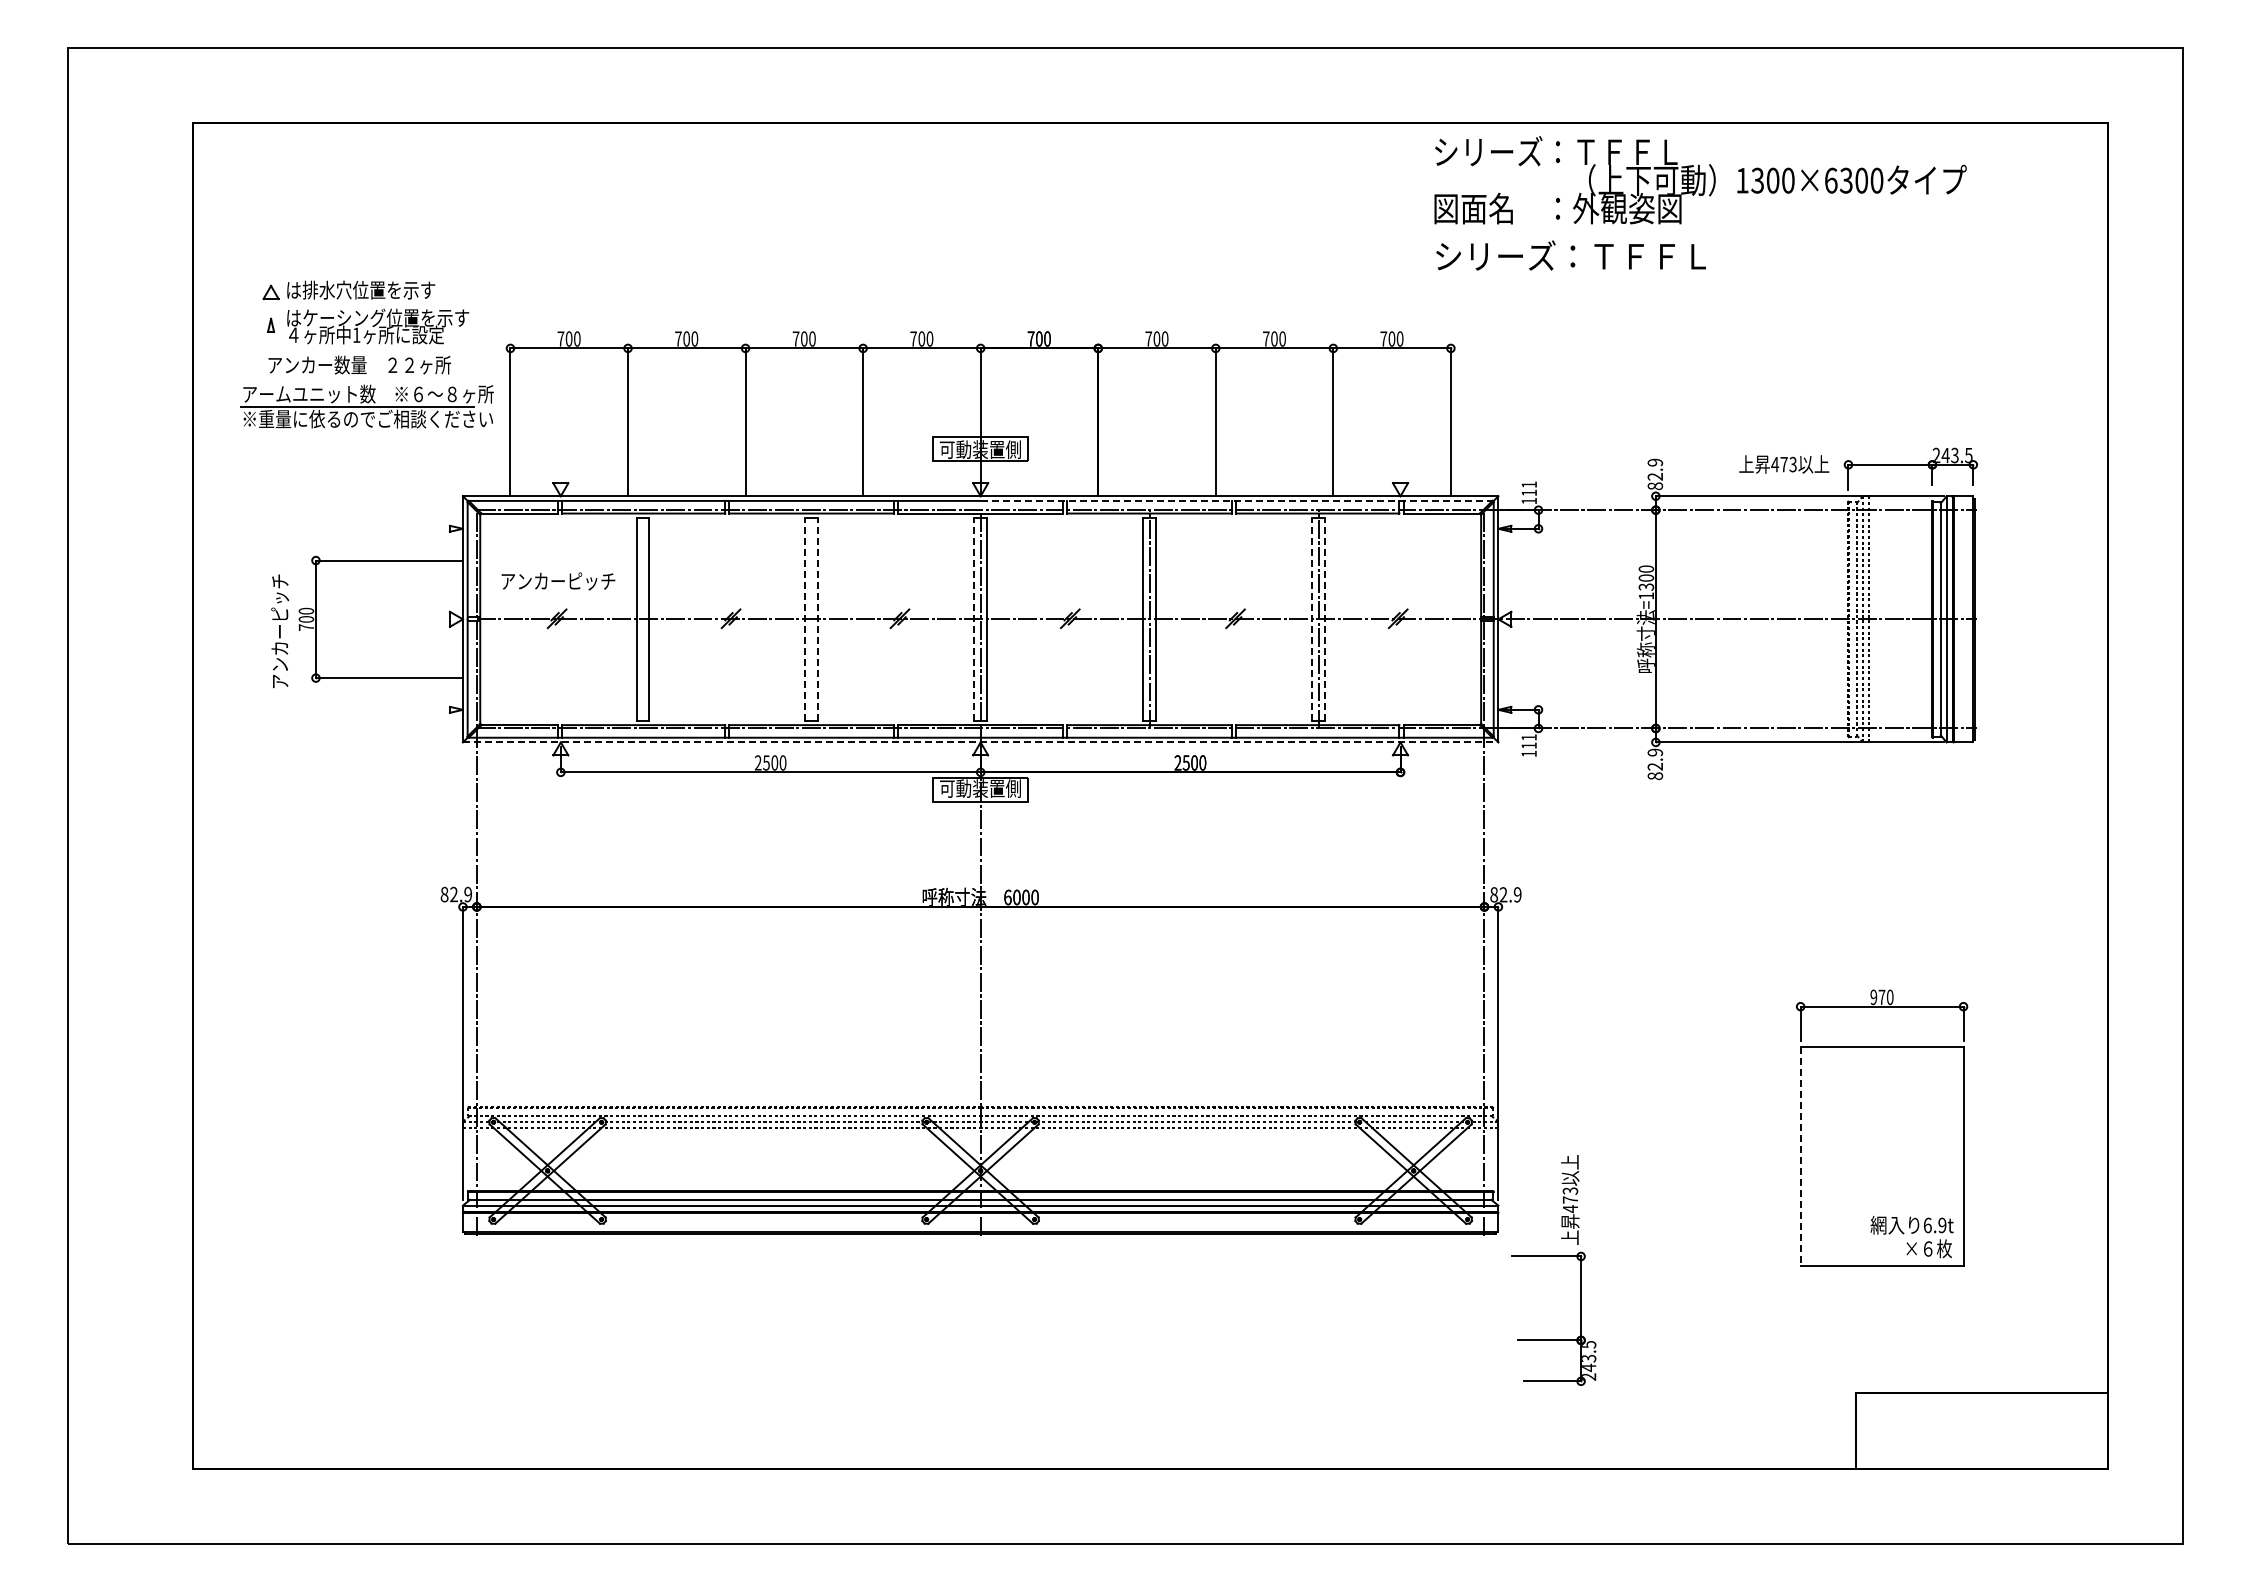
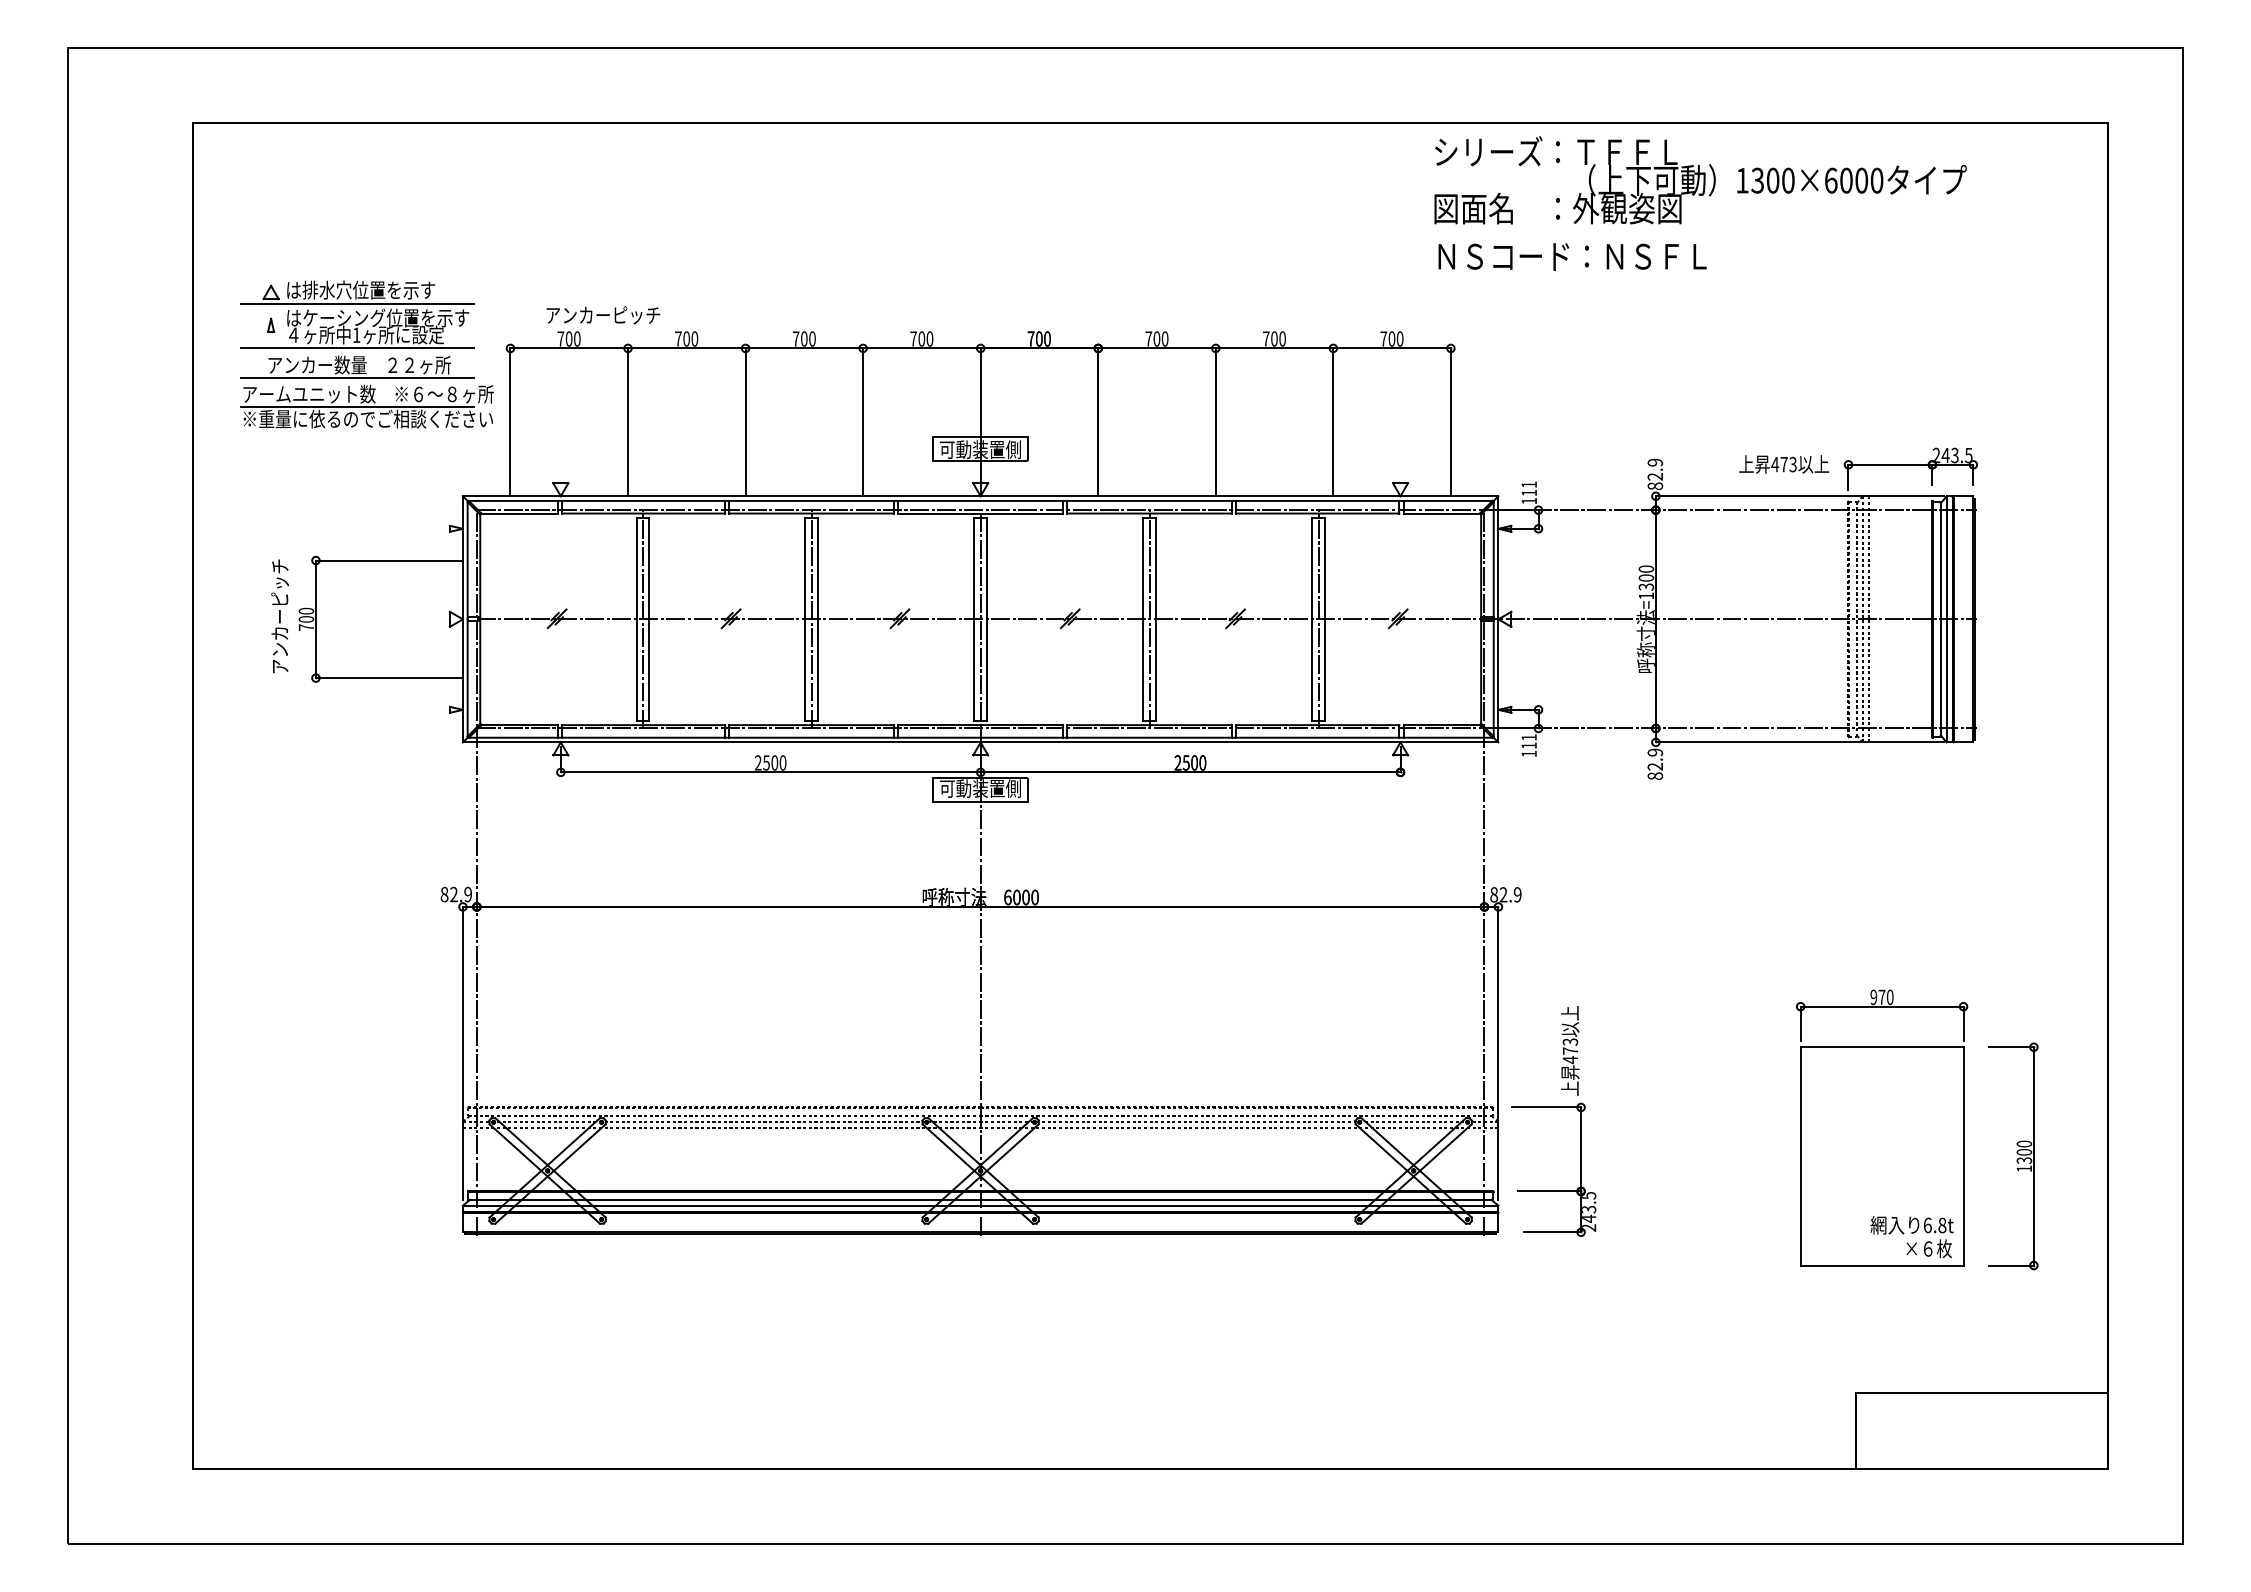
text at (1845, 180): 1300×6300 -> 1300×6000
text at (1571, 255): シリーズ：ＴＦＦＬ -> ＮＳコード：ＮＳＦＬ
line at (356, 303): none -> present
line at (356, 348): none -> present
line at (356, 377): none -> present
line at (1236, 500): dashed -> solid
text at (558, 581) position: (558, 581) -> (603, 315)
line at (642, 619): none -> present
line at (805, 619): dashed -> solid
line at (811, 619): none -> present
line at (818, 619): dashed -> solid
line at (974, 619): dashed -> solid
line at (1312, 619): dashed -> solid
line at (1324, 619): dashed -> solid
text at (280, 631) position: (280, 631) -> (280, 616)
line at (980, 742): dashed -> solid
line at (1800, 1156): dashed -> solid
part at (2013, 1156): none -> present
text at (1942, 1225): 6.9t -> 6.8t
part at (1553, 1256) position: (1553, 1256) -> (1553, 1107)
